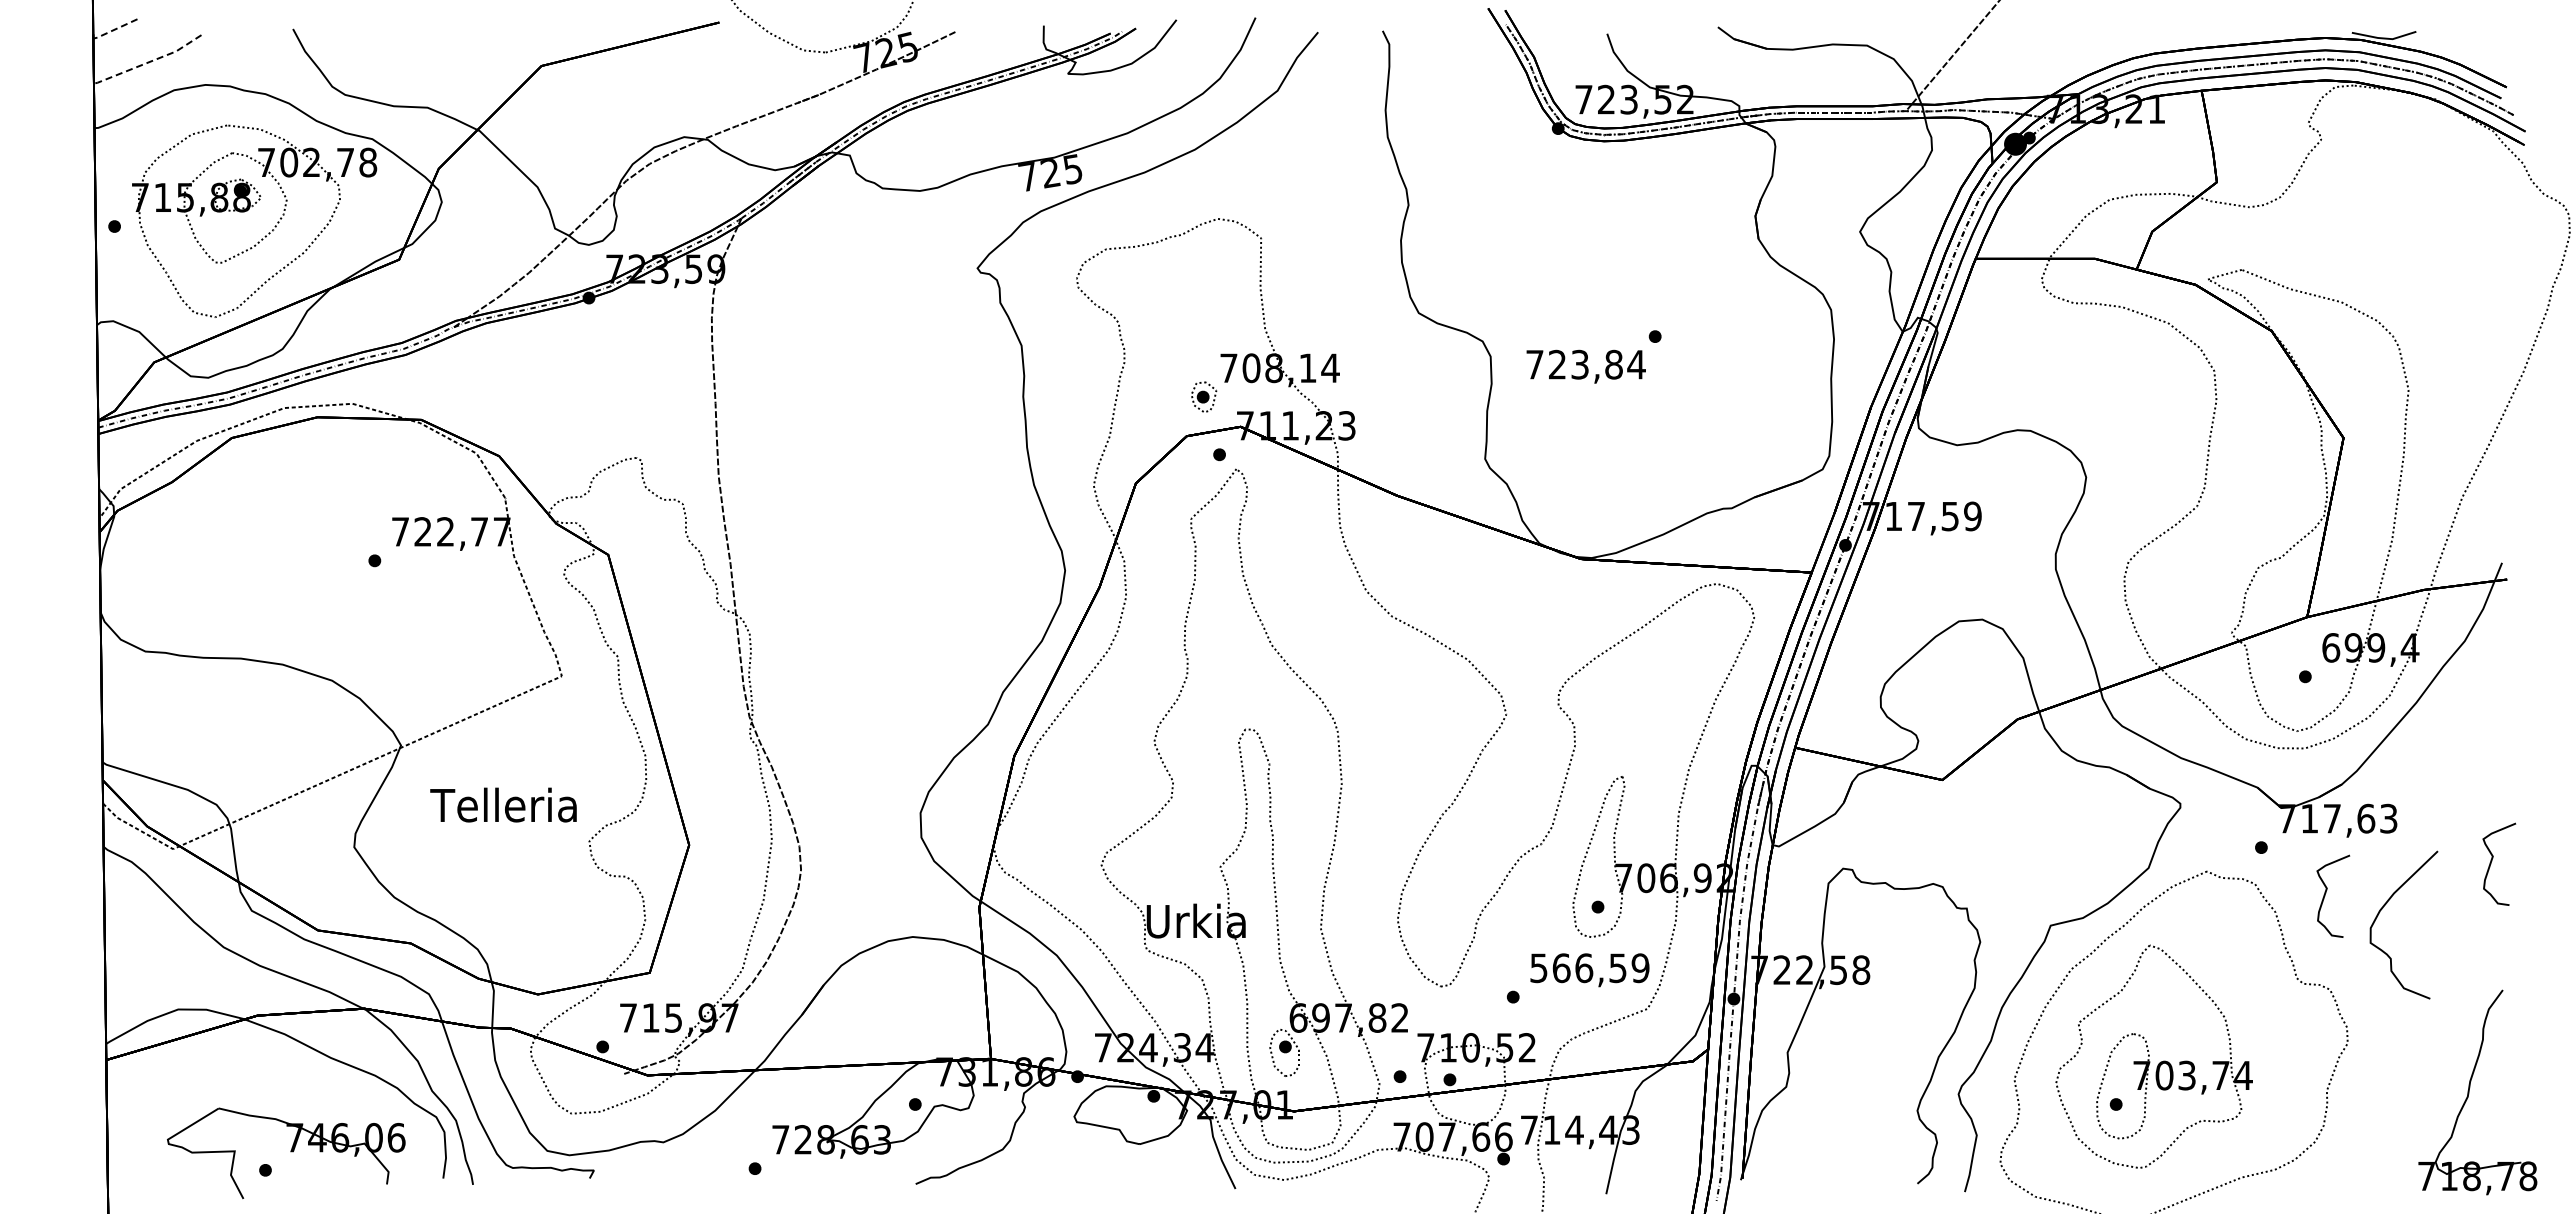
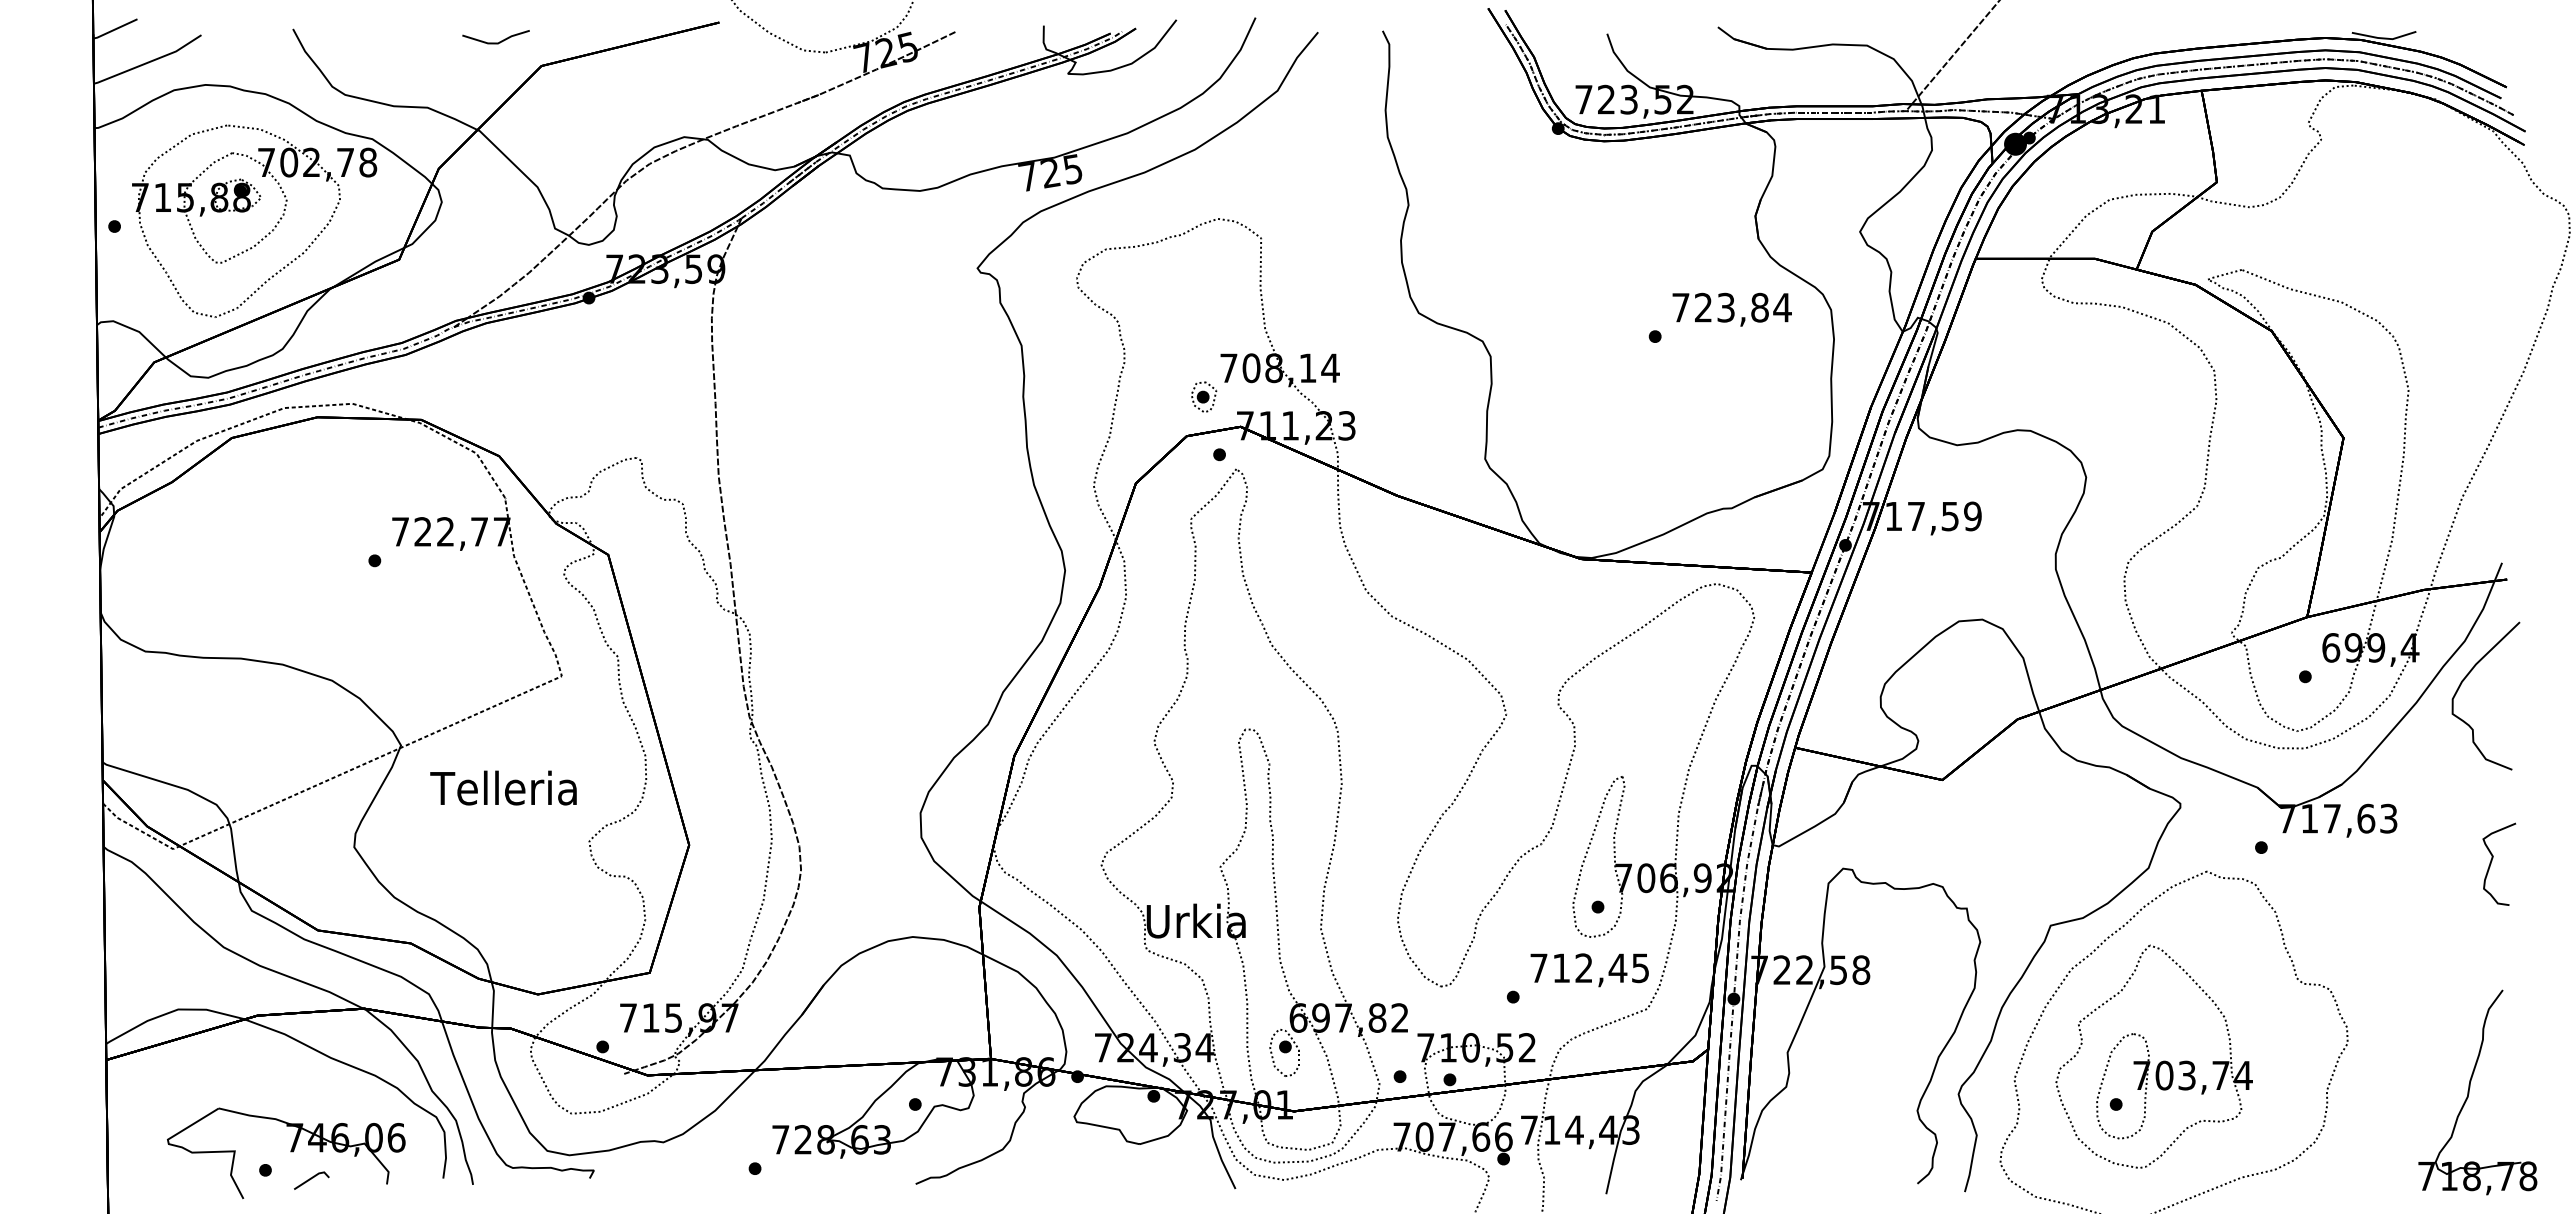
line at (115, 29): dashed -> solid
line at (495, 42): none -> present
line at (149, 62): dashed -> solid
text at (1585, 366) position: (1585, 366) -> (1731, 309)
text at (503, 804) position: (503, 804) -> (503, 787)
curve at (2326, 893): present -> none
curve at (2383, 908) position: (2383, 908) -> (2465, 679)
text at (1589, 968): 566,59 -> 712,45
line at (311, 1179): none -> present
